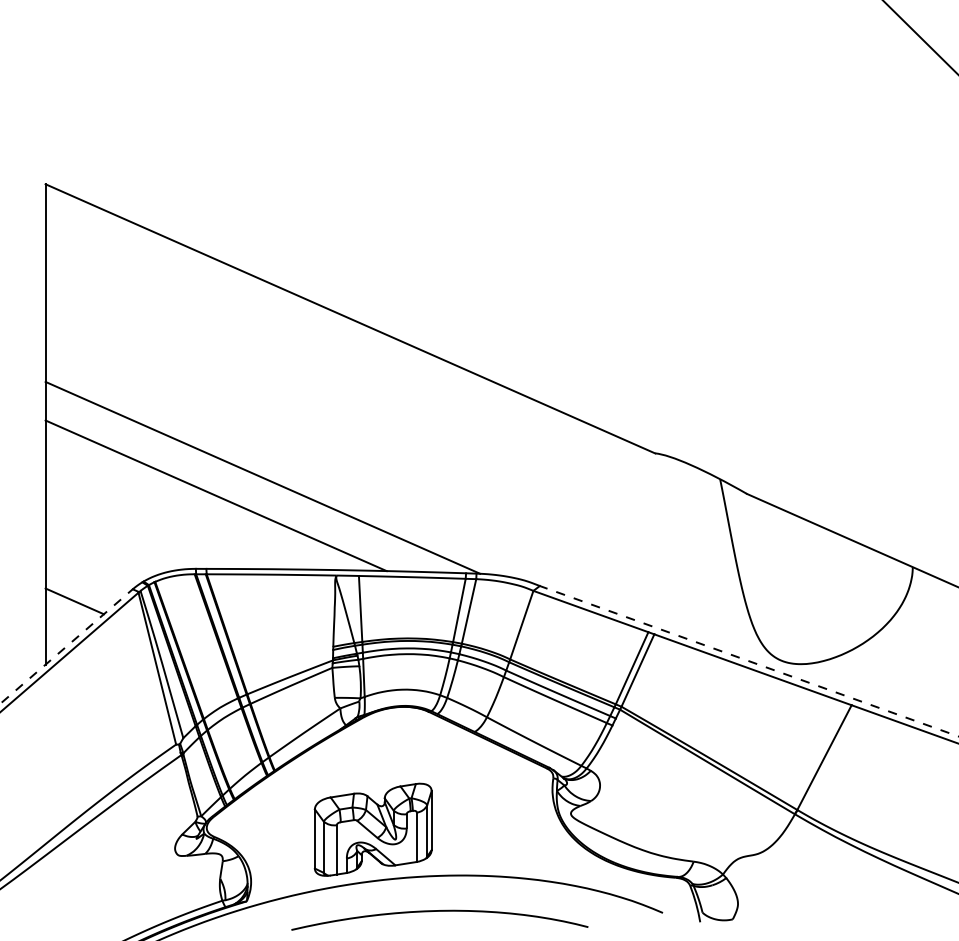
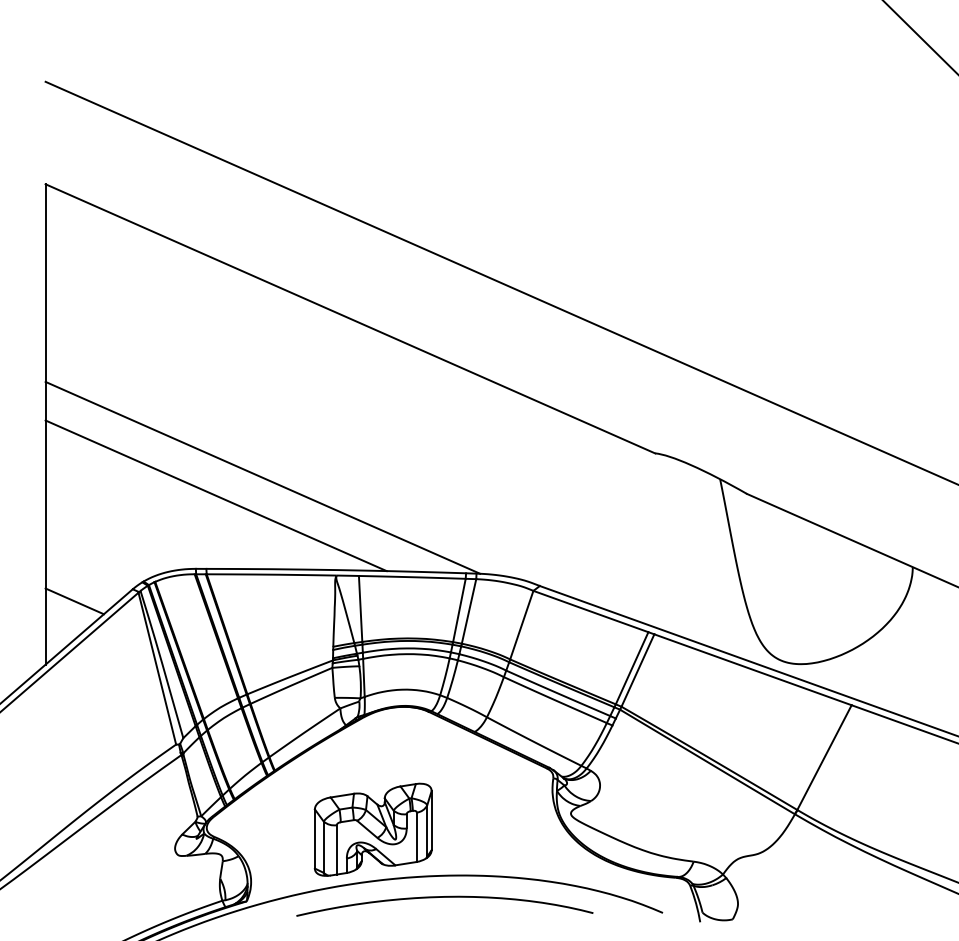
line at (500, 282): none -> present
line at (67, 646): dashed -> solid
line at (748, 661): dashed -> solid
curve at (439, 911) position: (439, 911) -> (444, 897)
